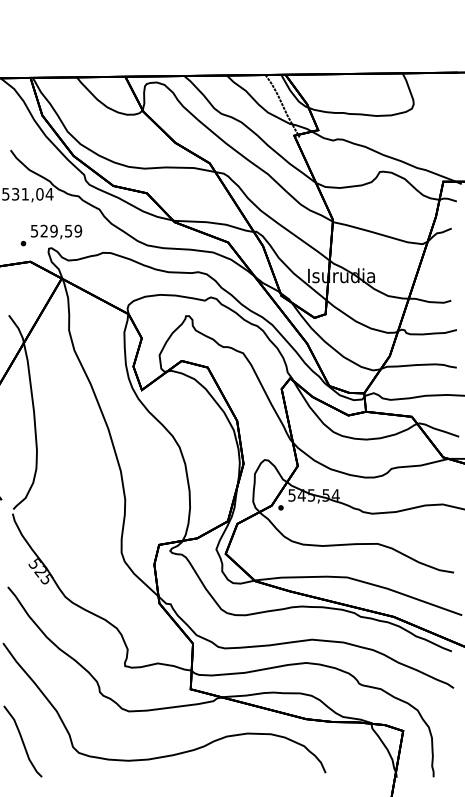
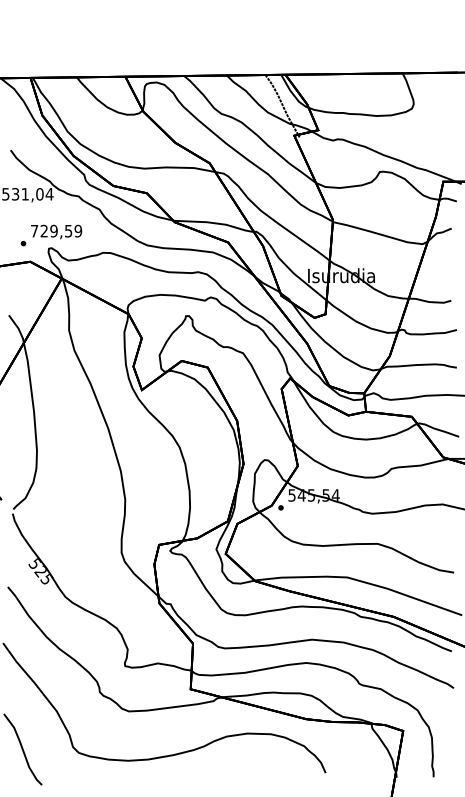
text at (34, 231): 529,59 -> 729,59
curve at (22, 741) position: (22, 741) -> (22, 749)
